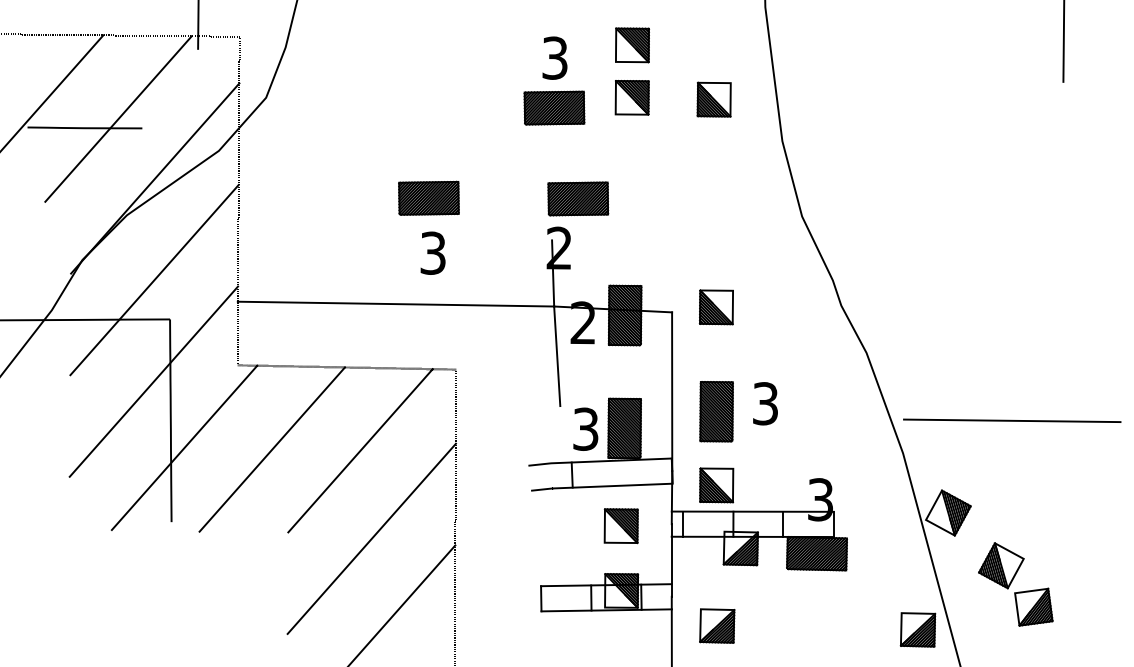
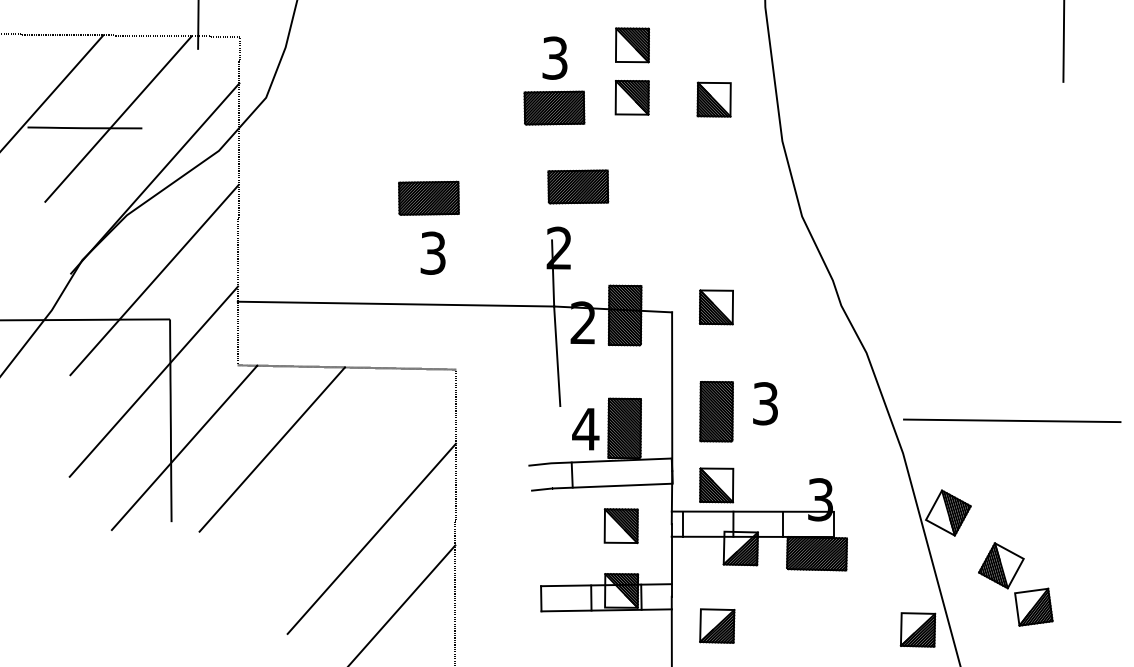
part at (578, 198) position: (578, 198) -> (578, 186)
text at (585, 428): 3 -> 4
line at (360, 450): present -> none
